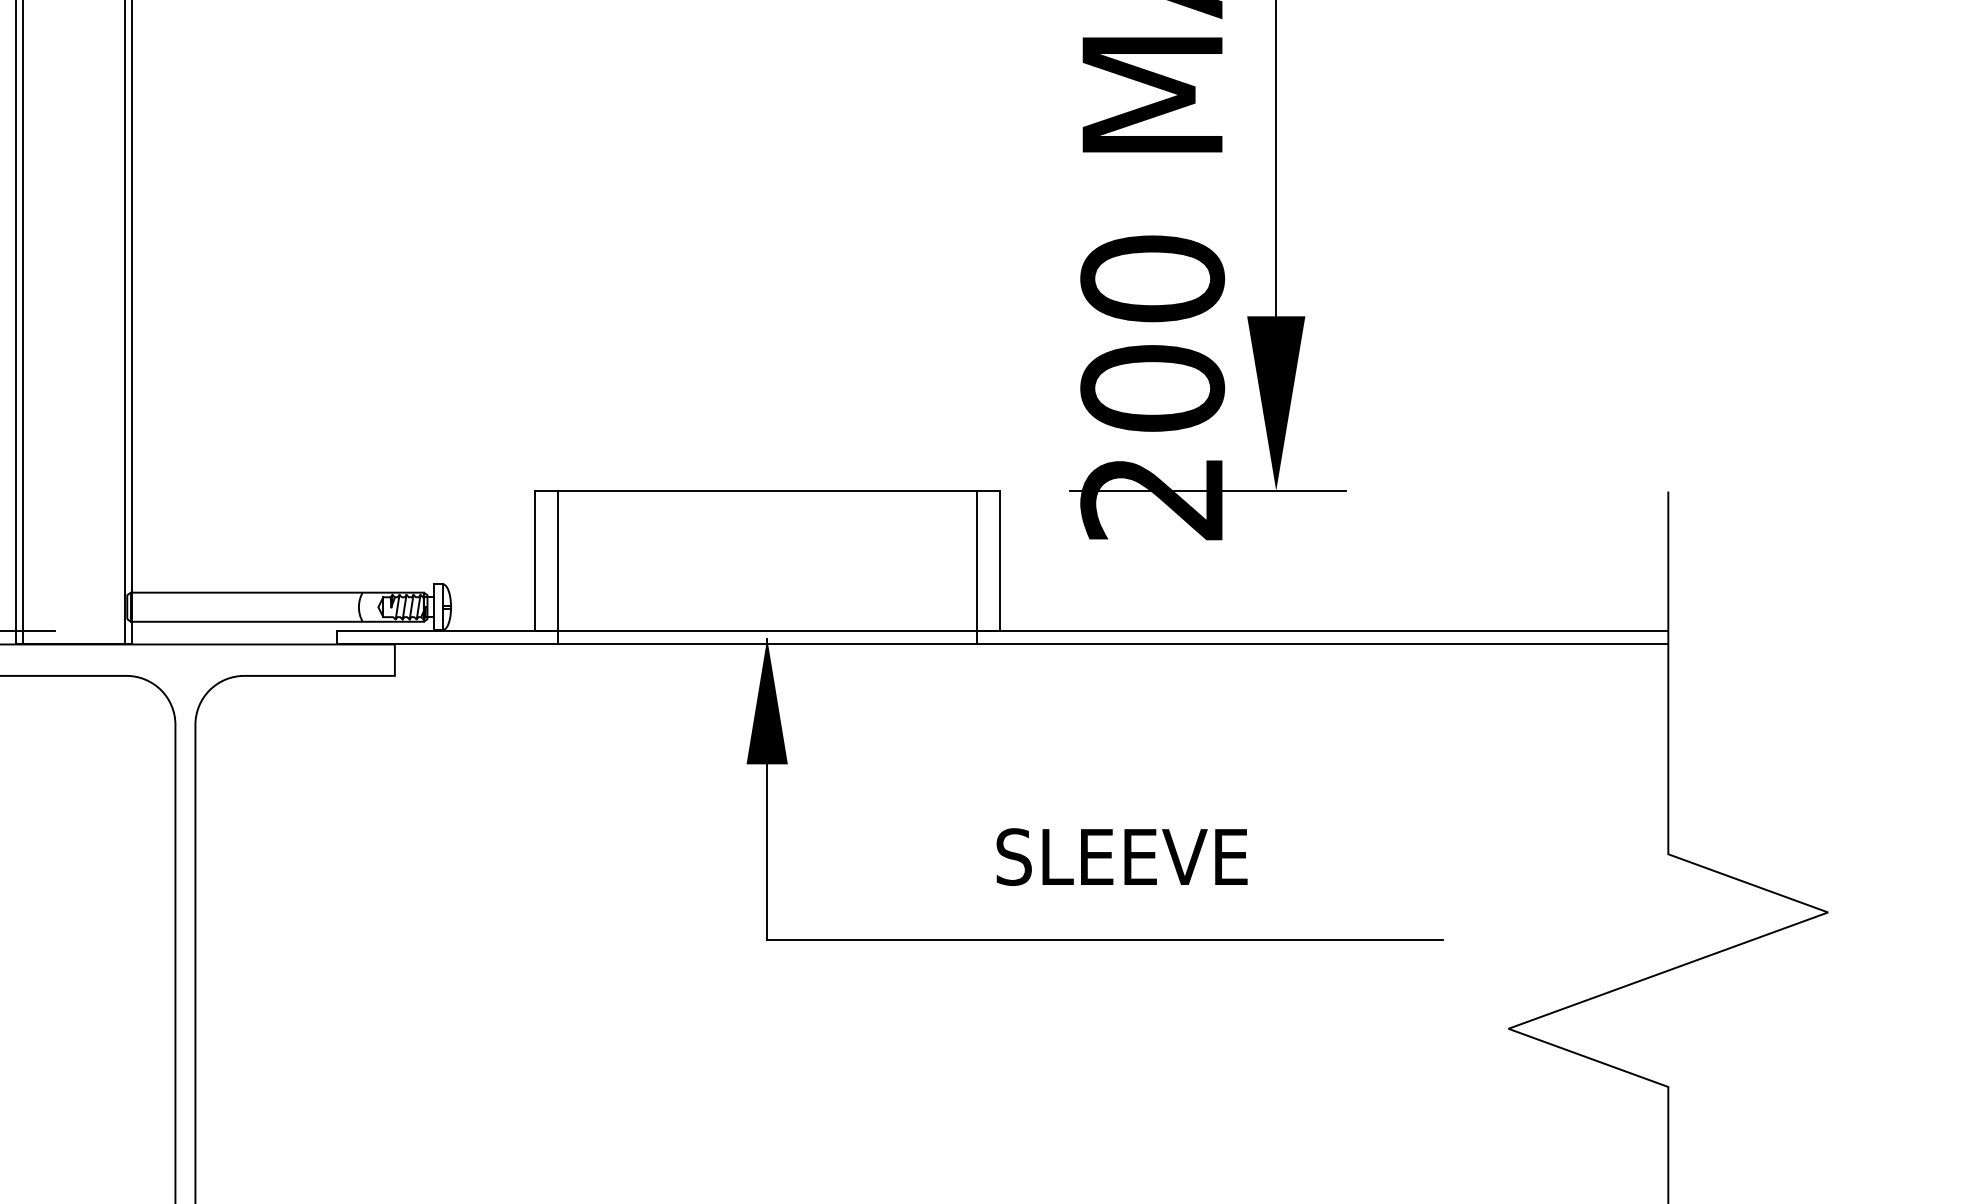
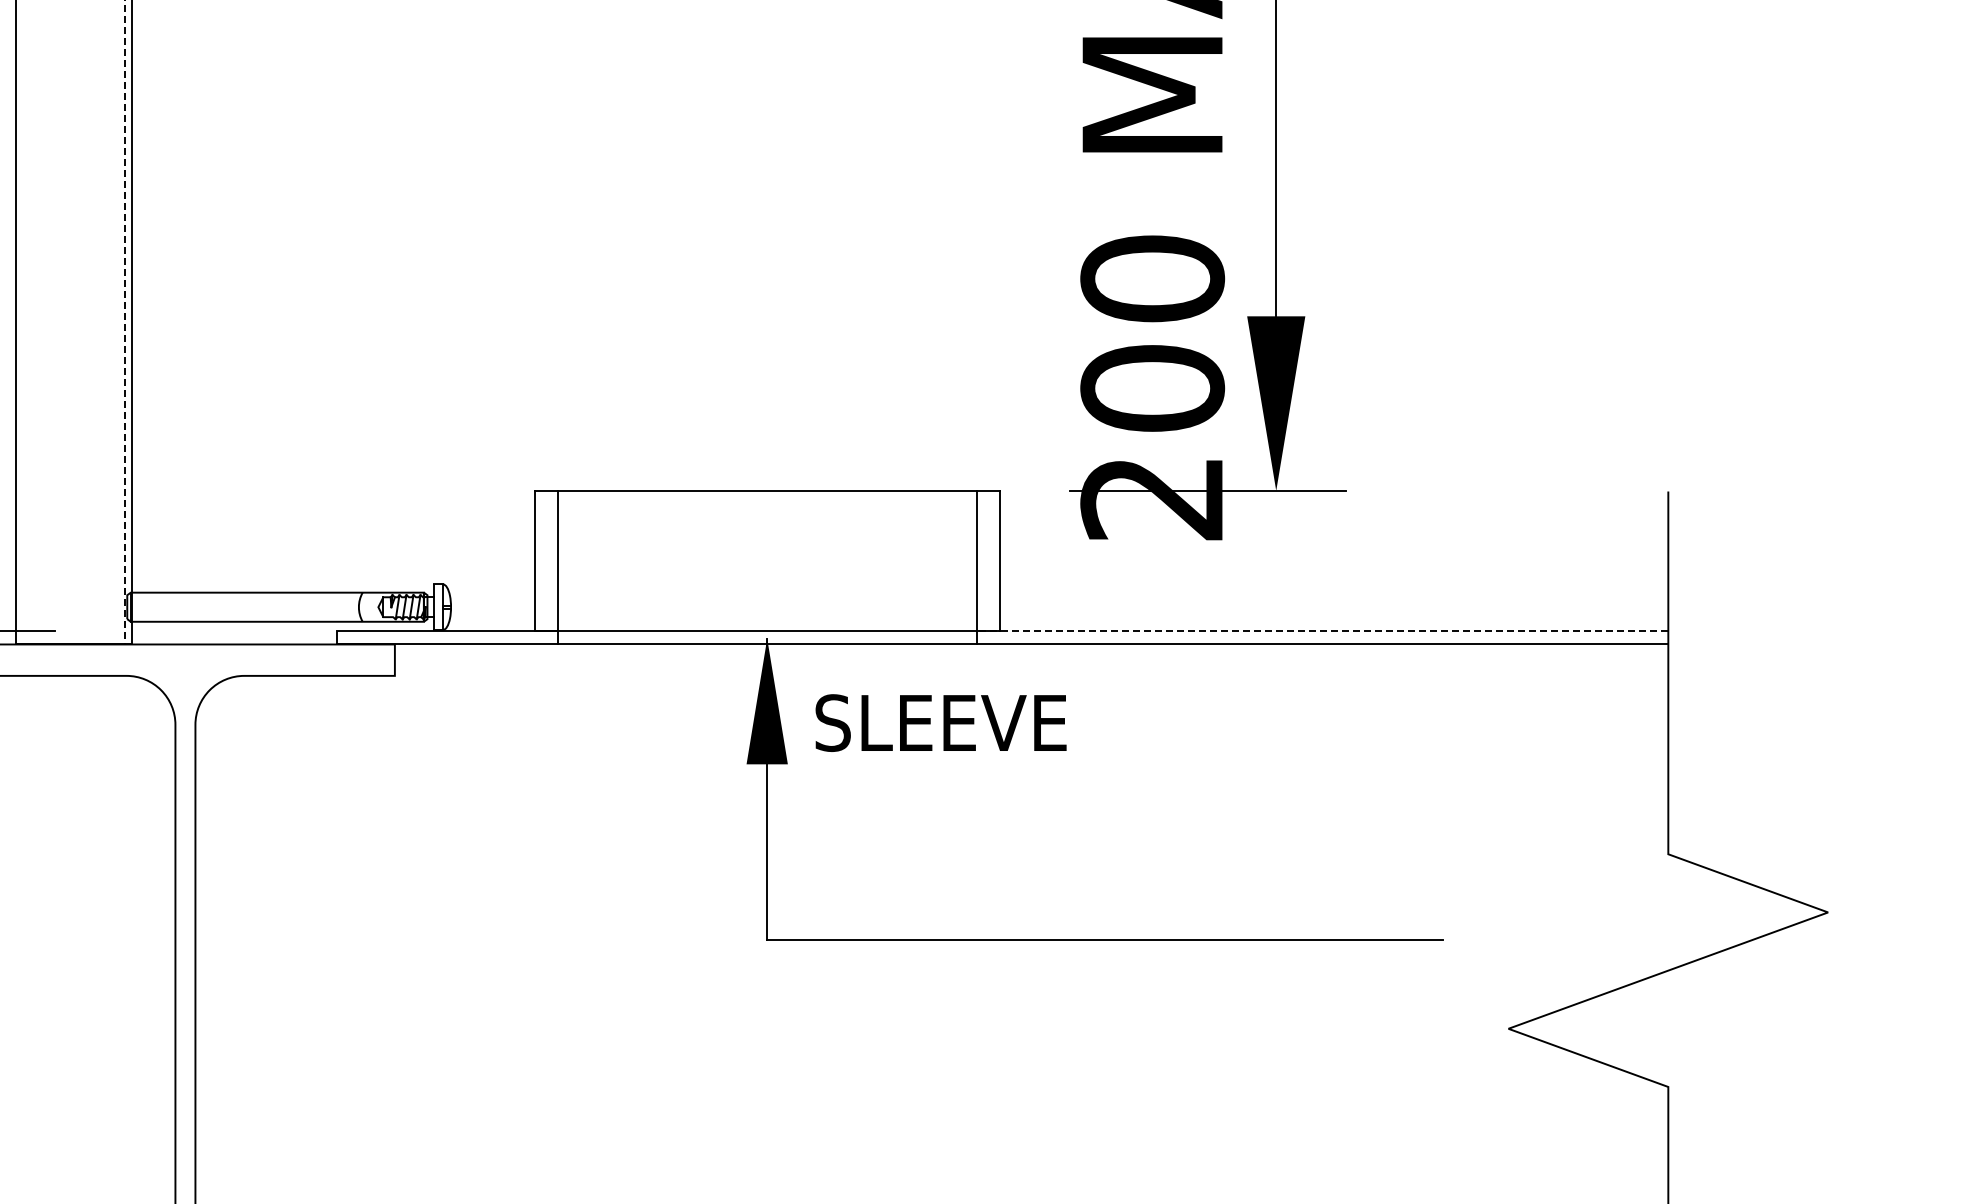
line at (124, 322): solid -> dashed
line at (22, 323): present -> none
line at (1322, 630): solid -> dashed
text at (1121, 856) position: (1121, 856) -> (940, 722)
